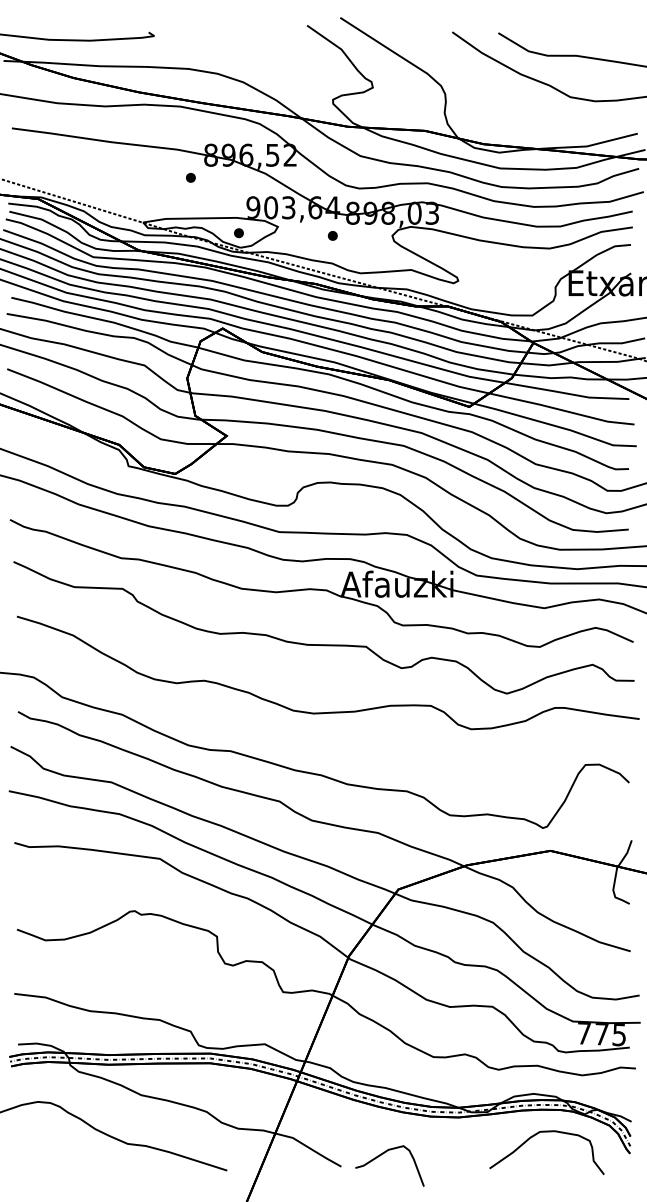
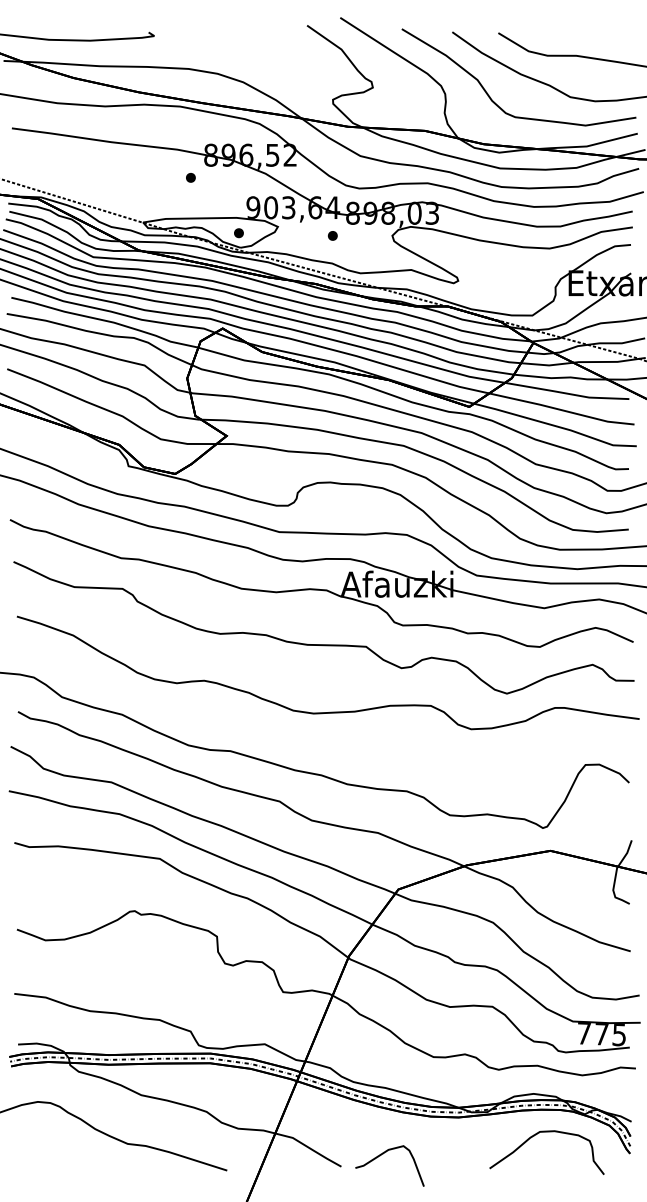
curve at (490, 96): none -> present
